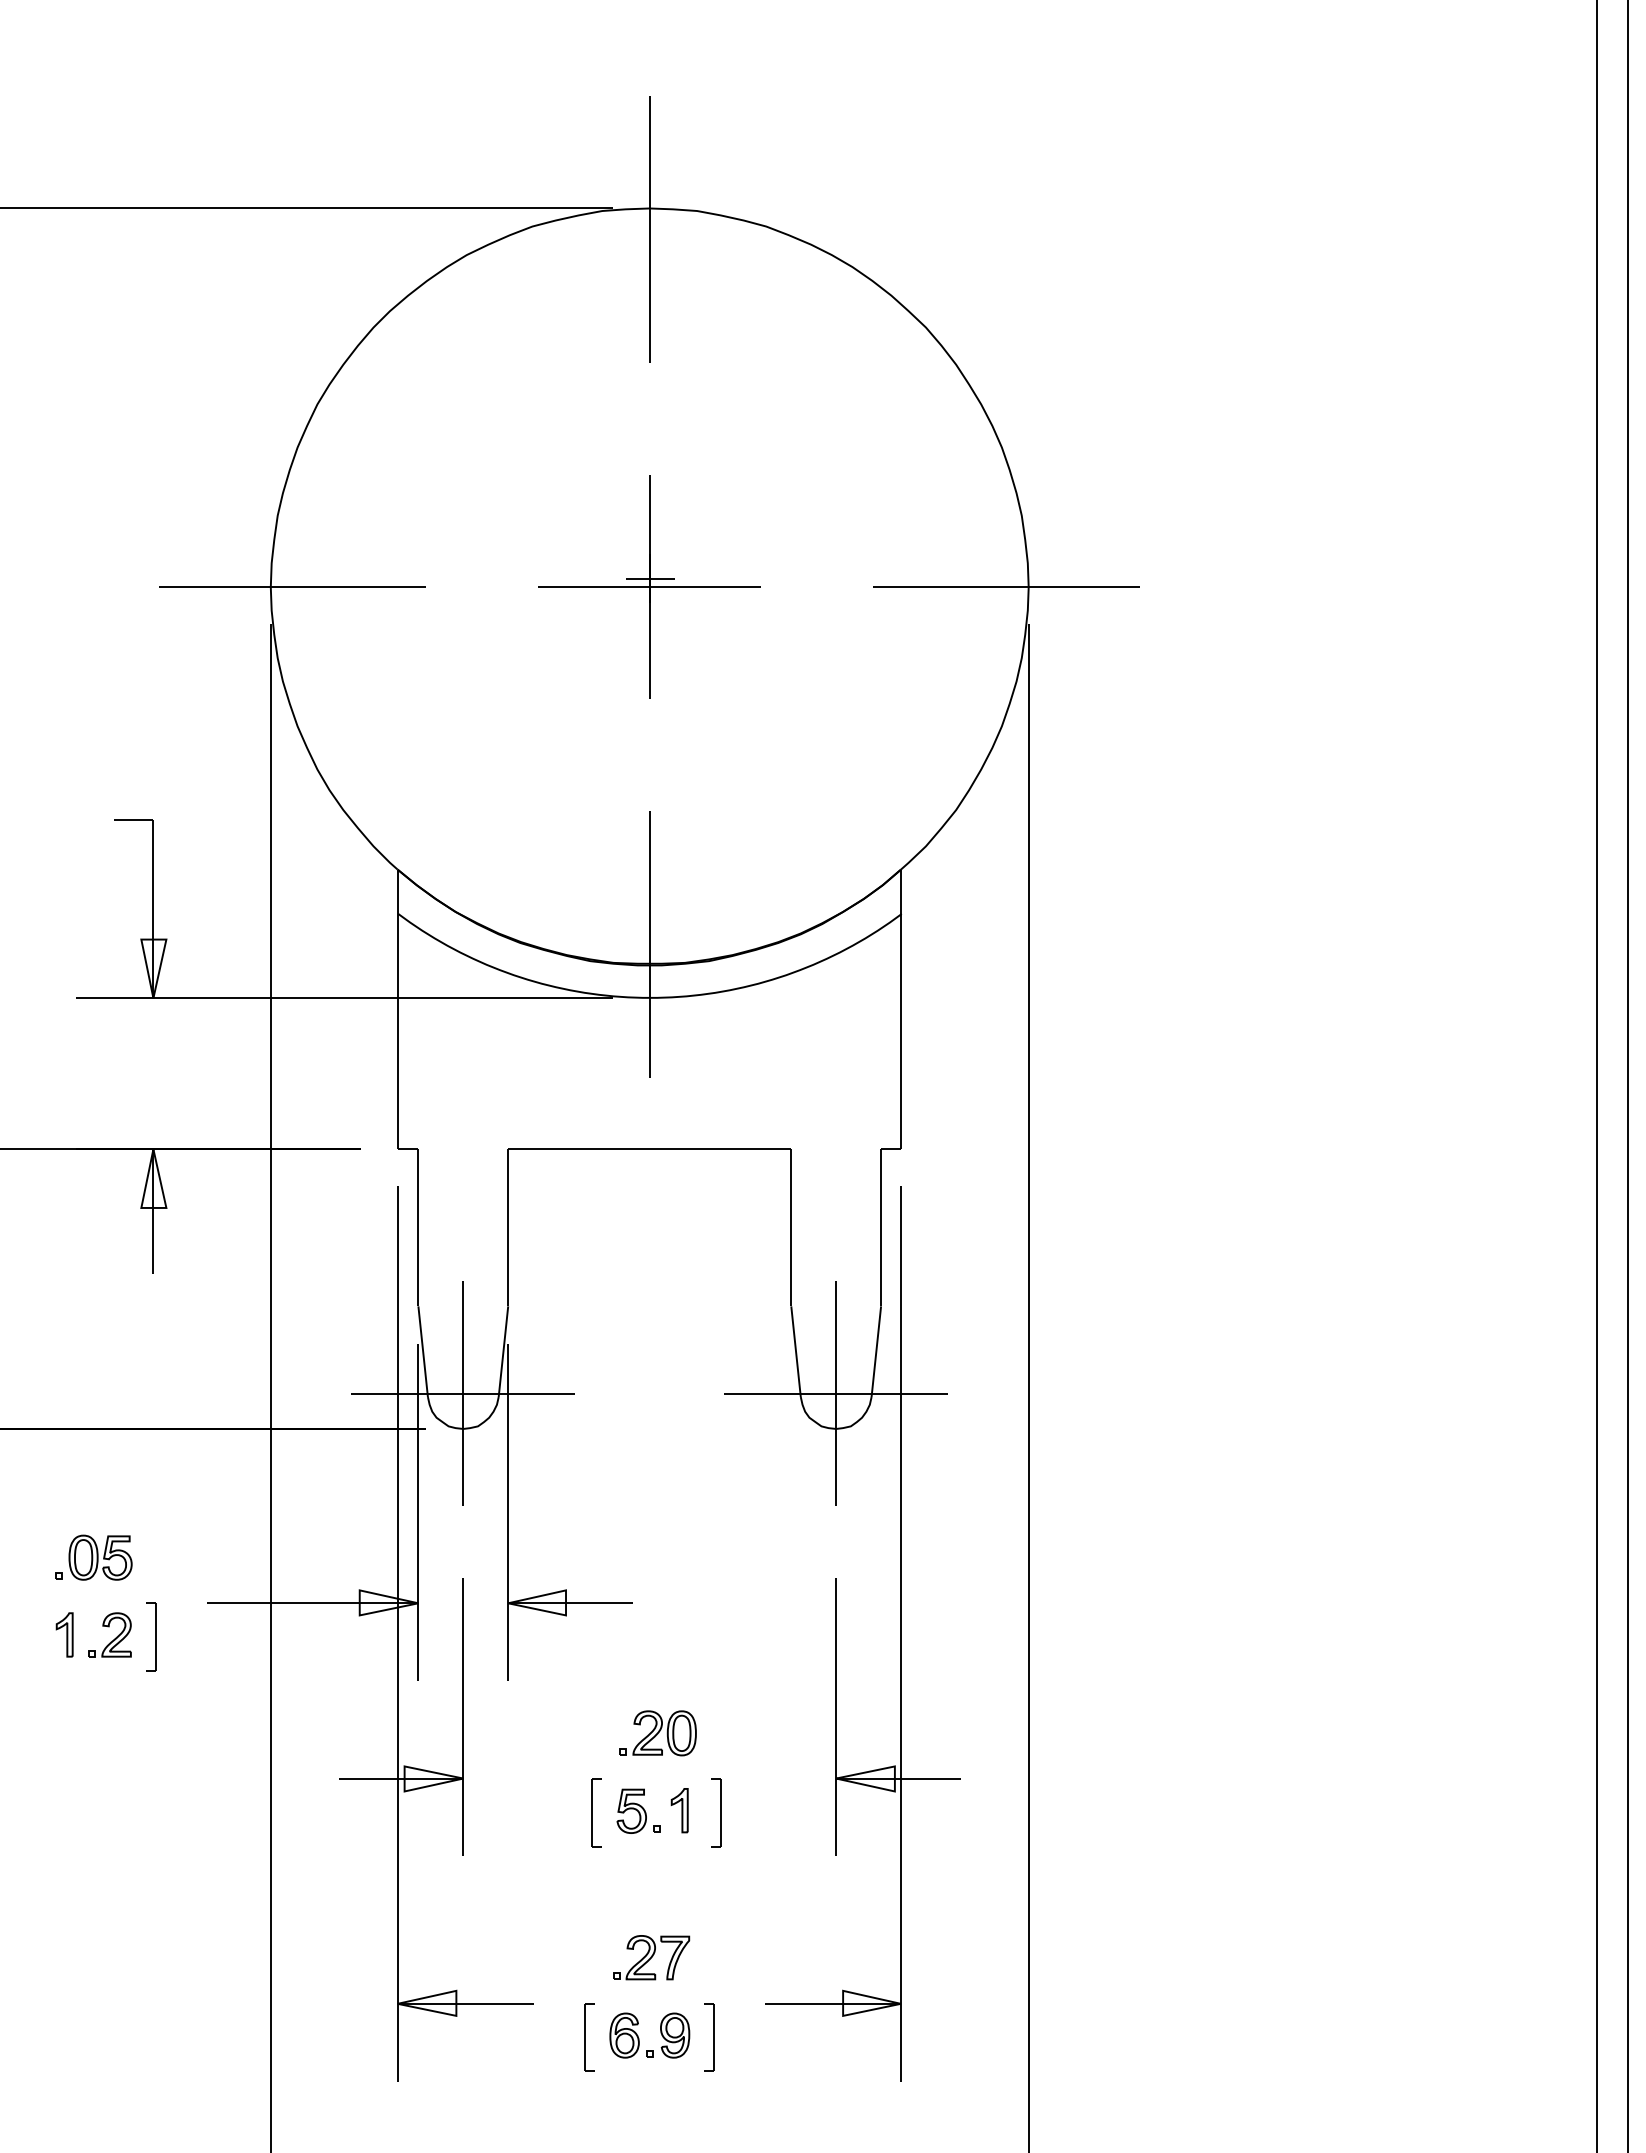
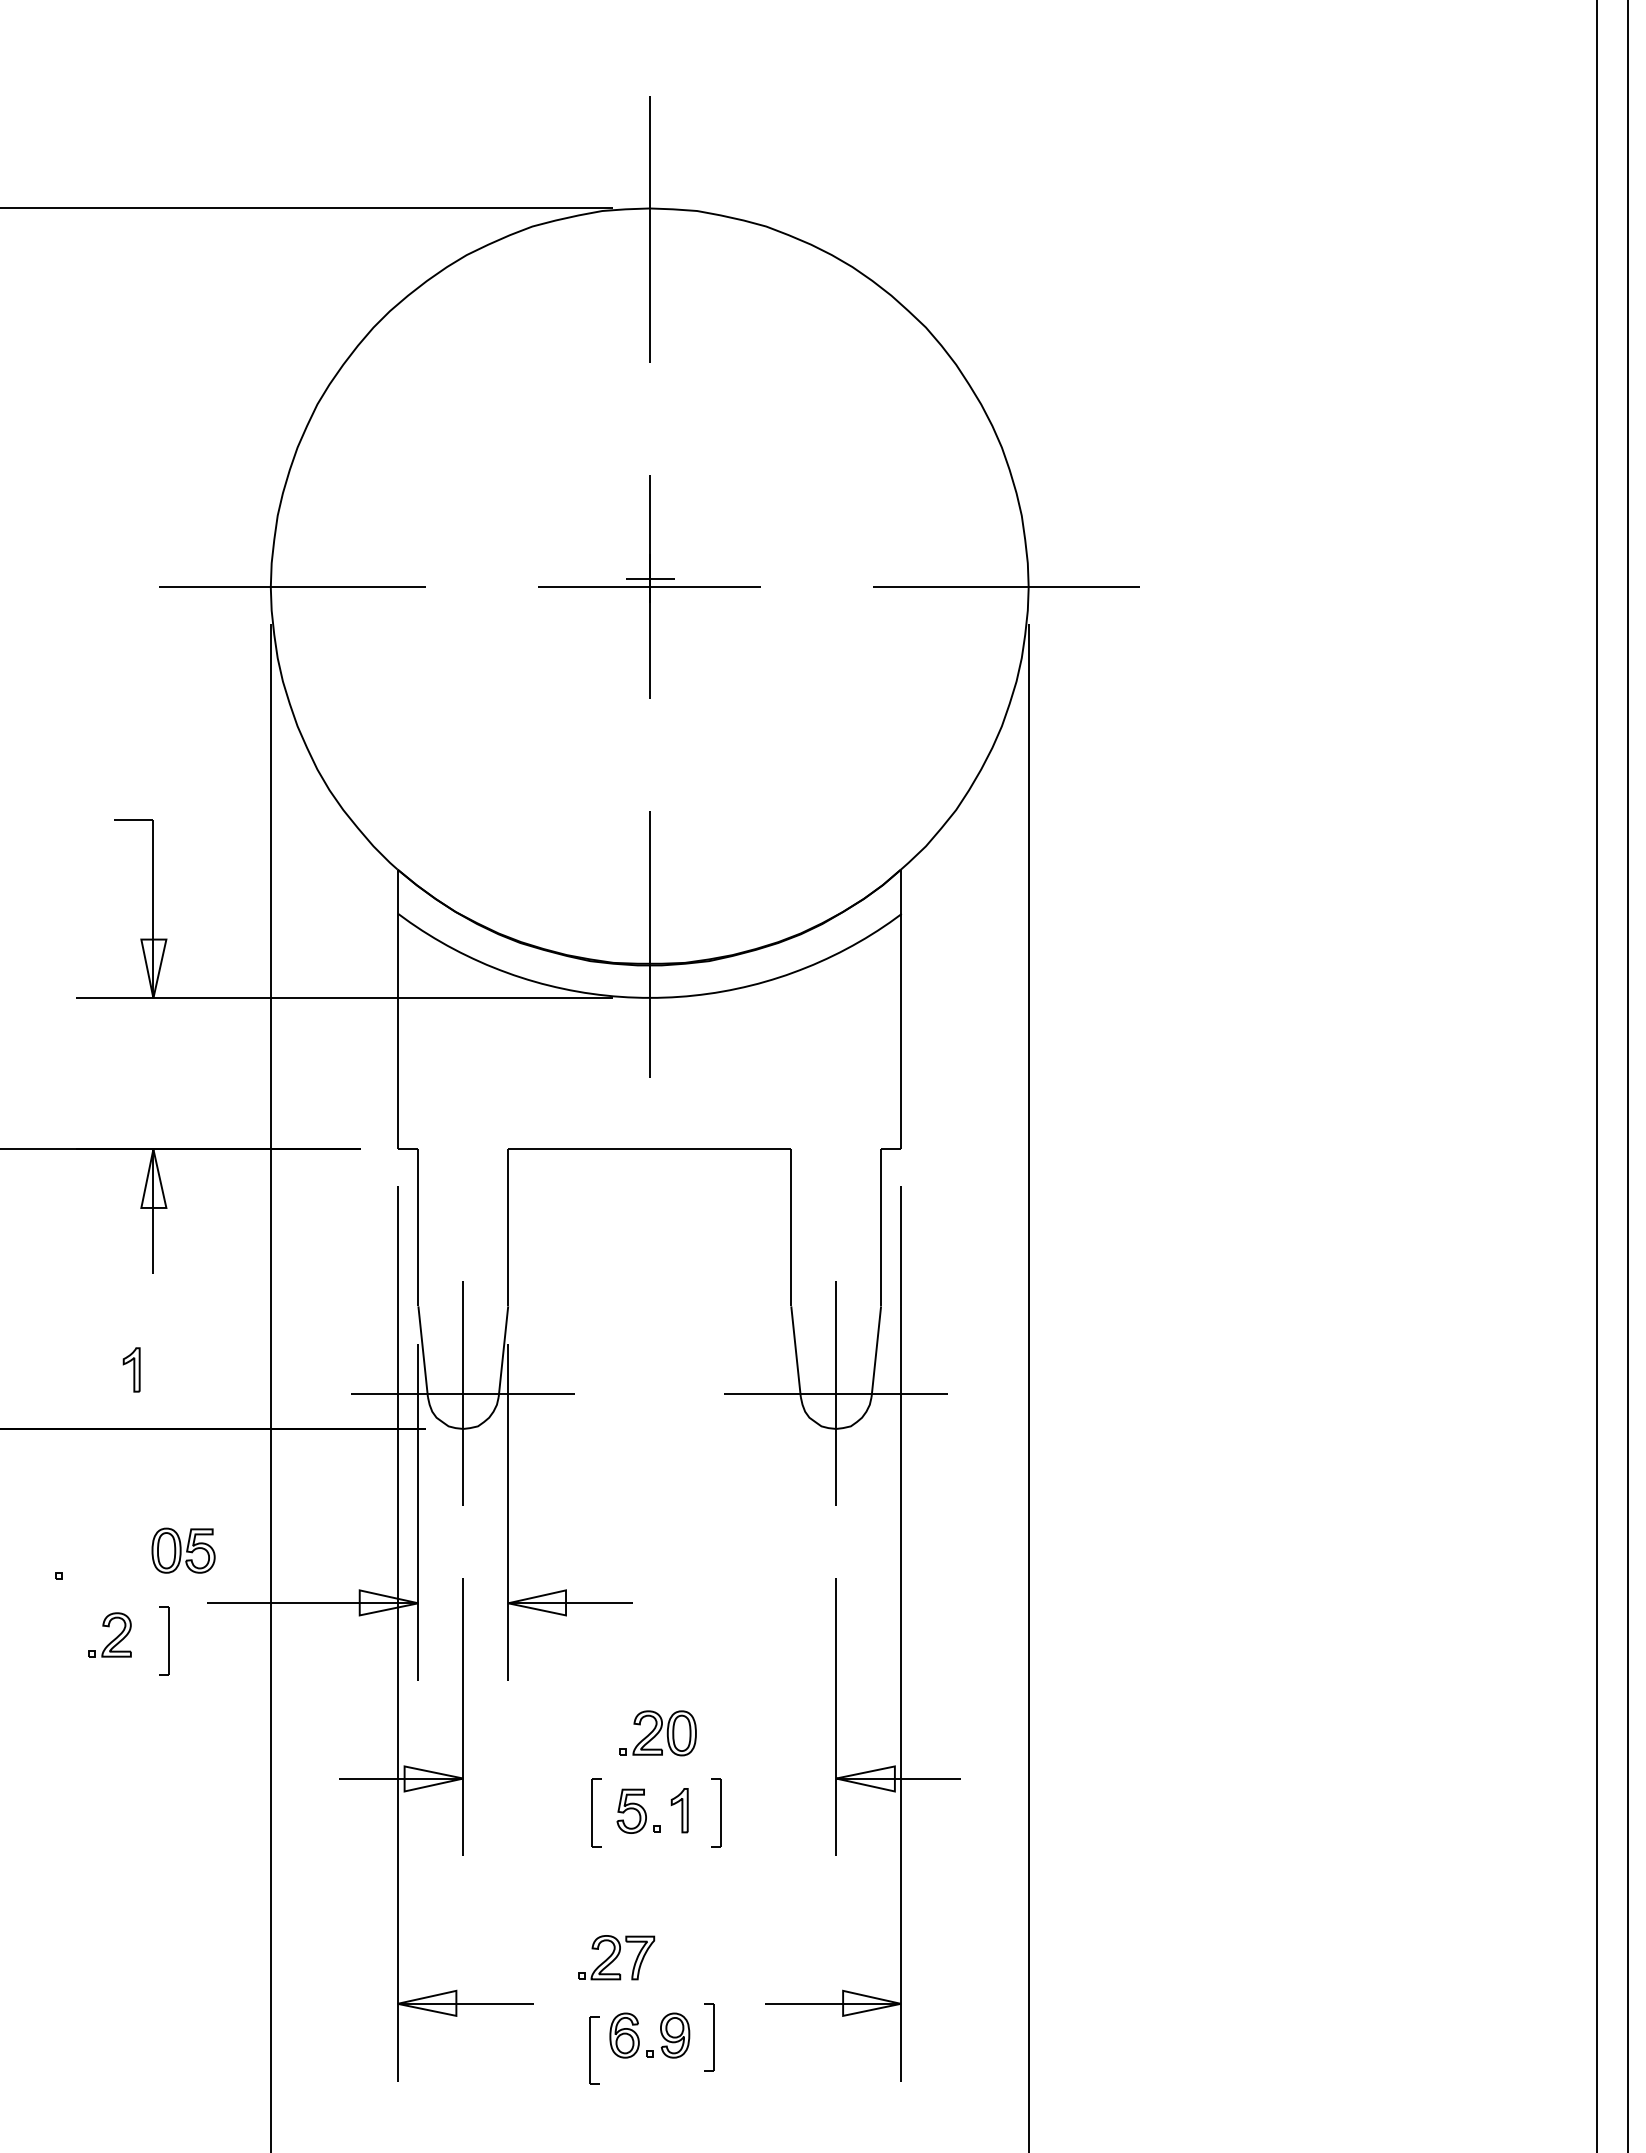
part at (100, 1557) position: (100, 1557) -> (183, 1550)
part at (64, 1634) position: (64, 1634) -> (131, 1369)
part at (151, 1636) position: (151, 1636) -> (164, 1640)
part at (651, 1957) position: (651, 1957) -> (616, 1957)
part at (589, 2037) position: (589, 2037) -> (594, 2050)
